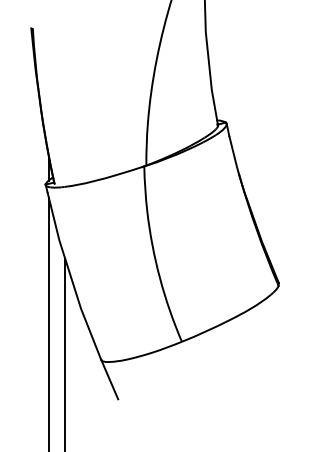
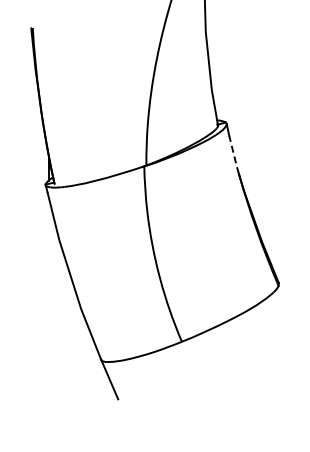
line at (234, 155): solid -> dashed
line at (48, 323): present -> none
line at (65, 353): present -> none
